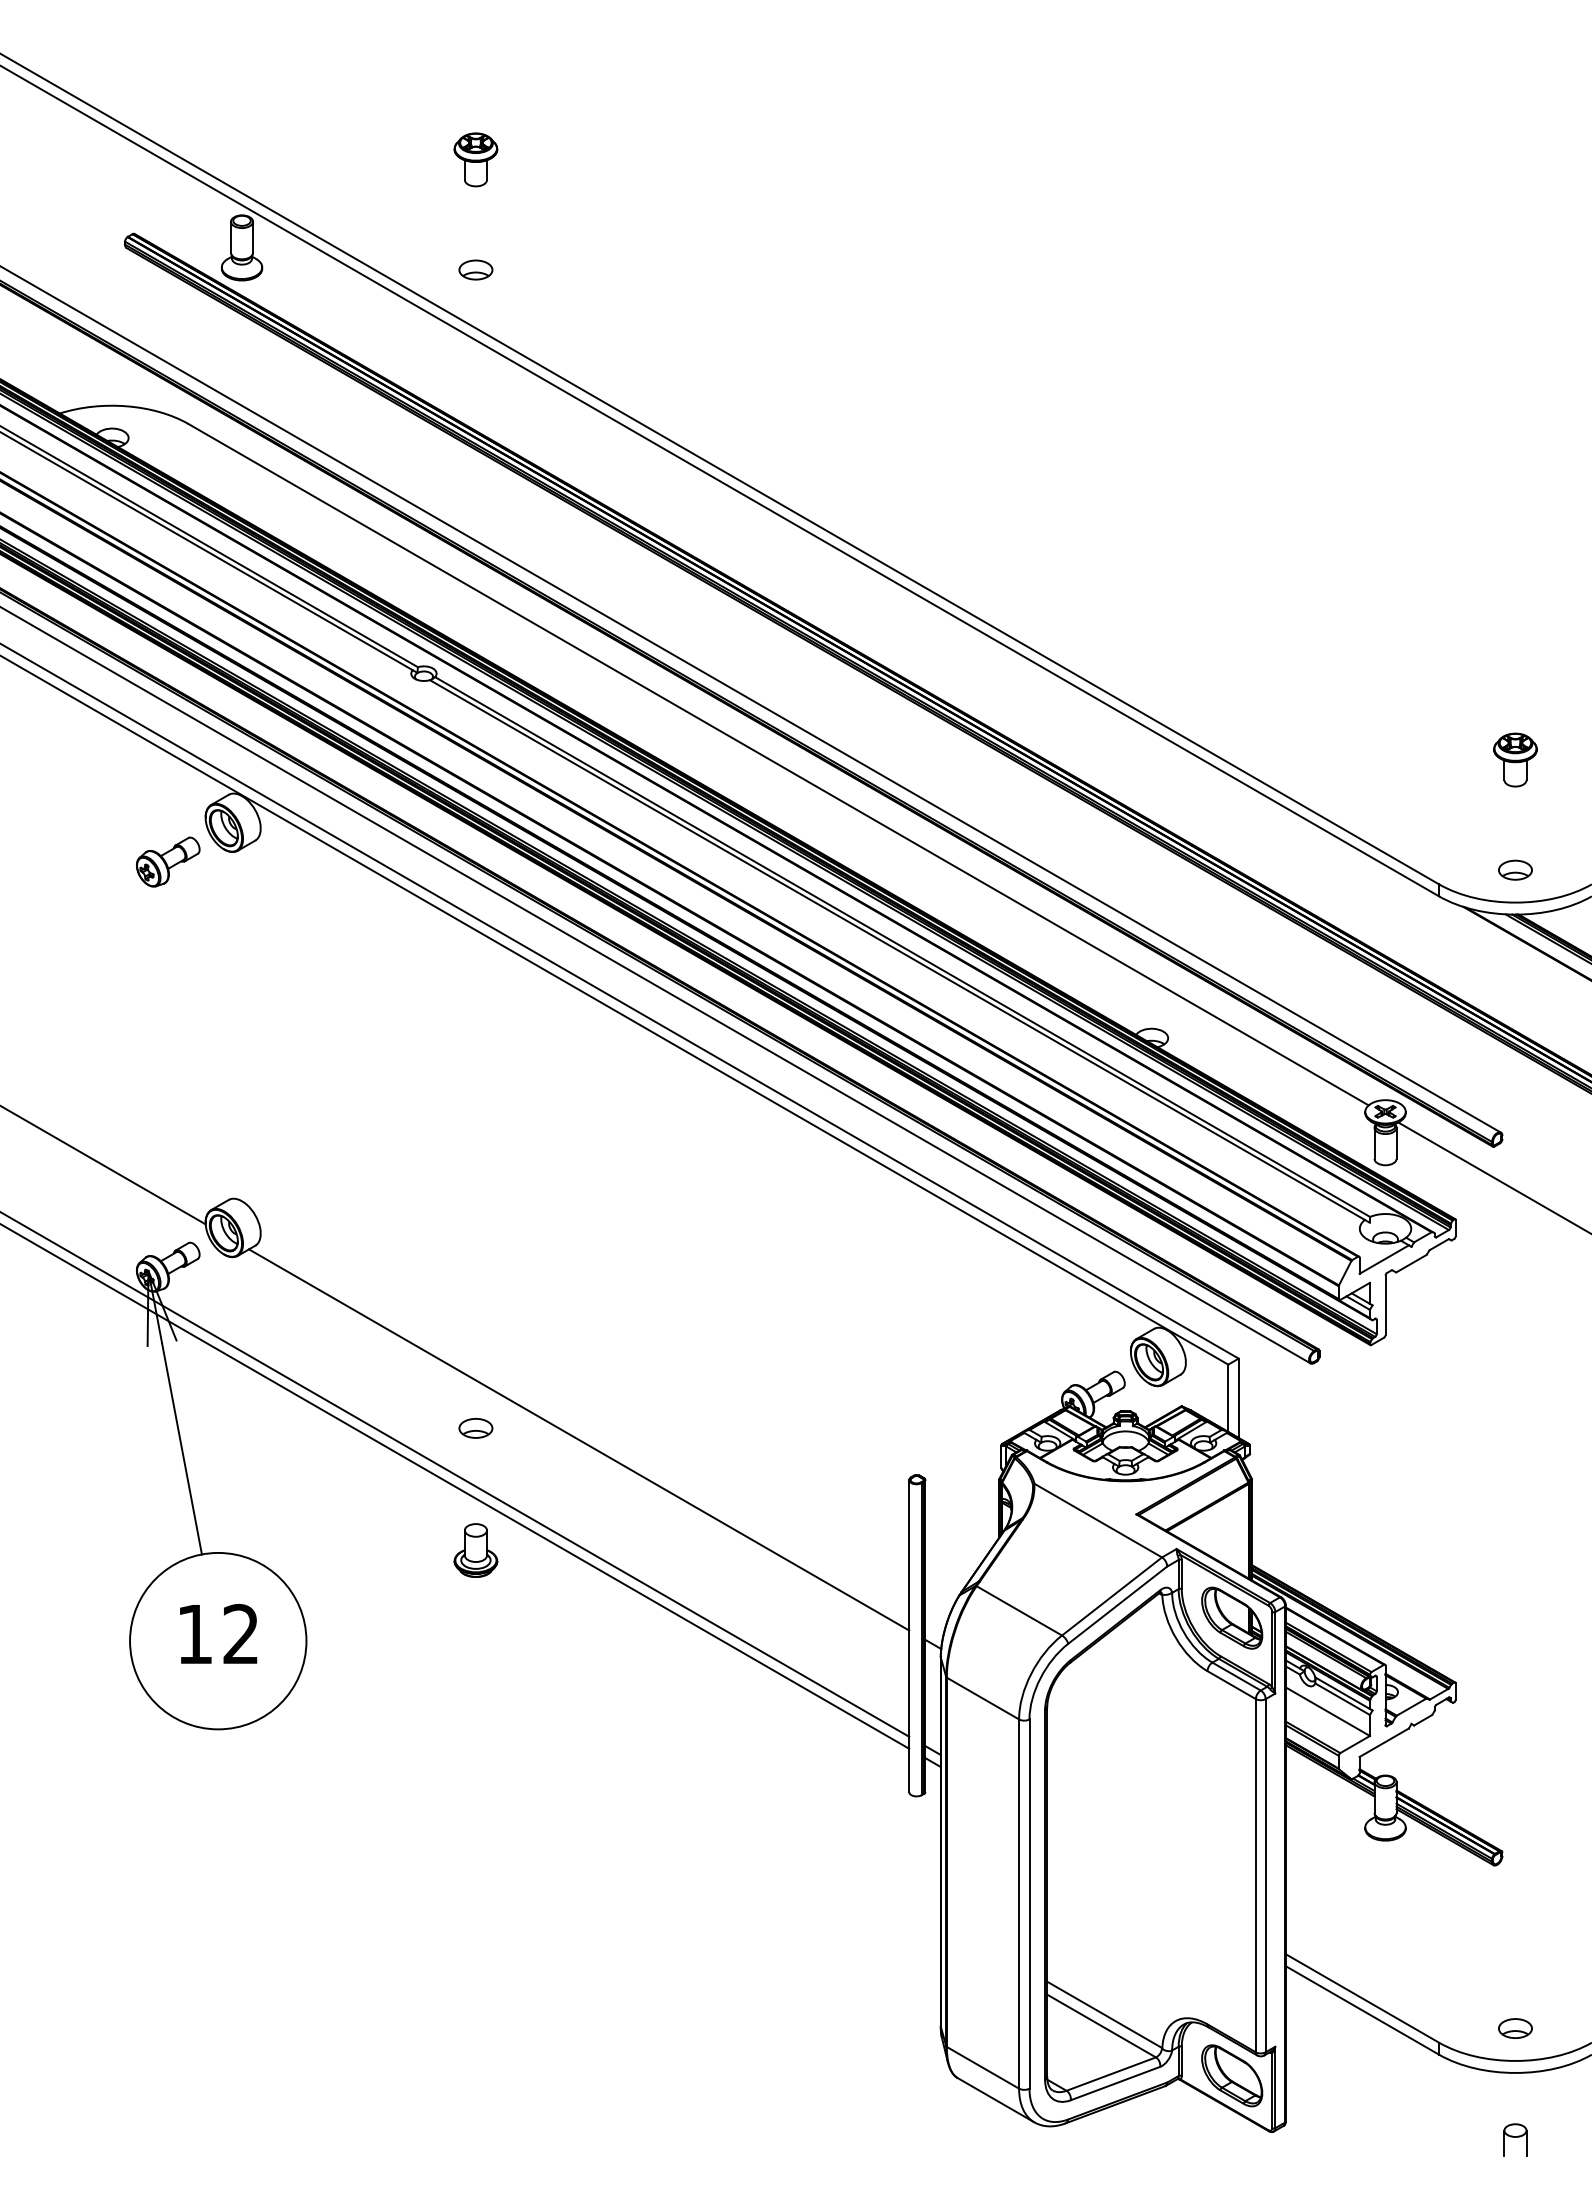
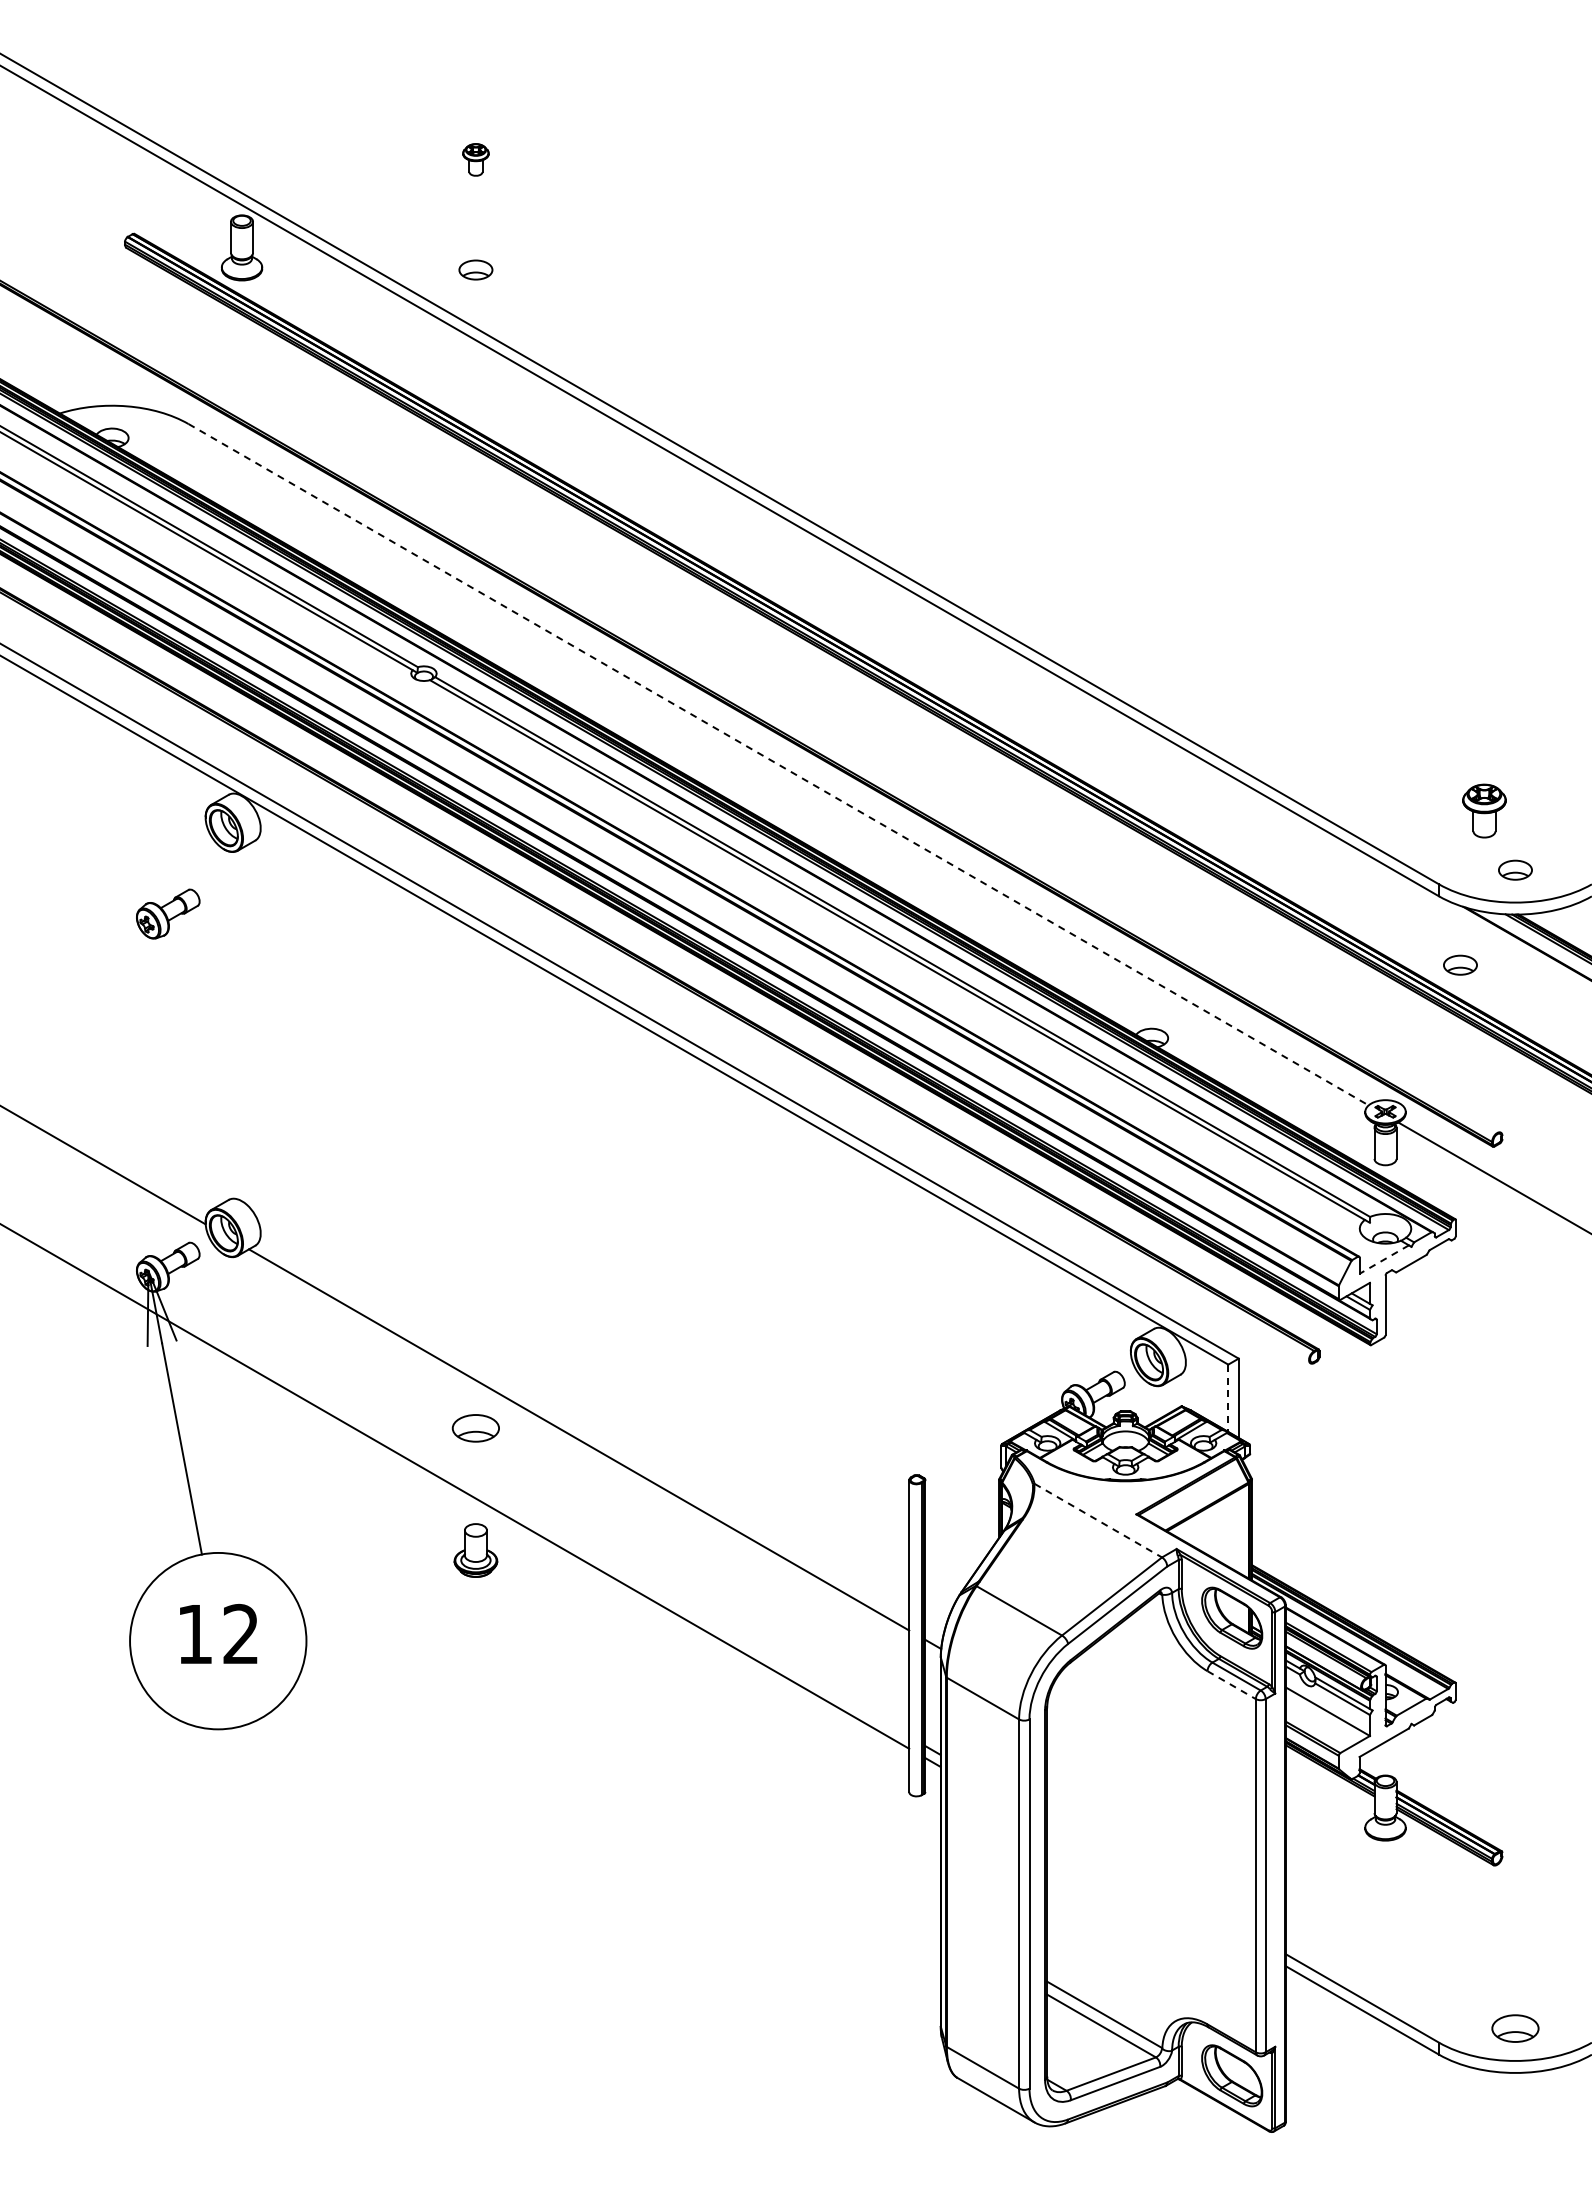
part at (475, 159) size: 46x56 px -> 28x34 px
line at (751, 699): present -> none
part at (1515, 759) position: (1515, 759) -> (1484, 810)
line at (779, 764): solid -> dashed
part at (168, 861) position: (168, 861) -> (168, 913)
part at (1460, 964): none -> present
line at (656, 985): present -> none
line at (1384, 1259): solid -> dashed
line at (1228, 1398): solid -> dashed
part at (475, 1428) size: 36x21 px -> 49x29 px
line at (455, 1474): present -> none
line at (1098, 1520): solid -> dashed
line at (1231, 1685): solid -> dashed
part at (1515, 2028) size: 35x21 px -> 49x29 px
part at (1515, 2139): present -> none
